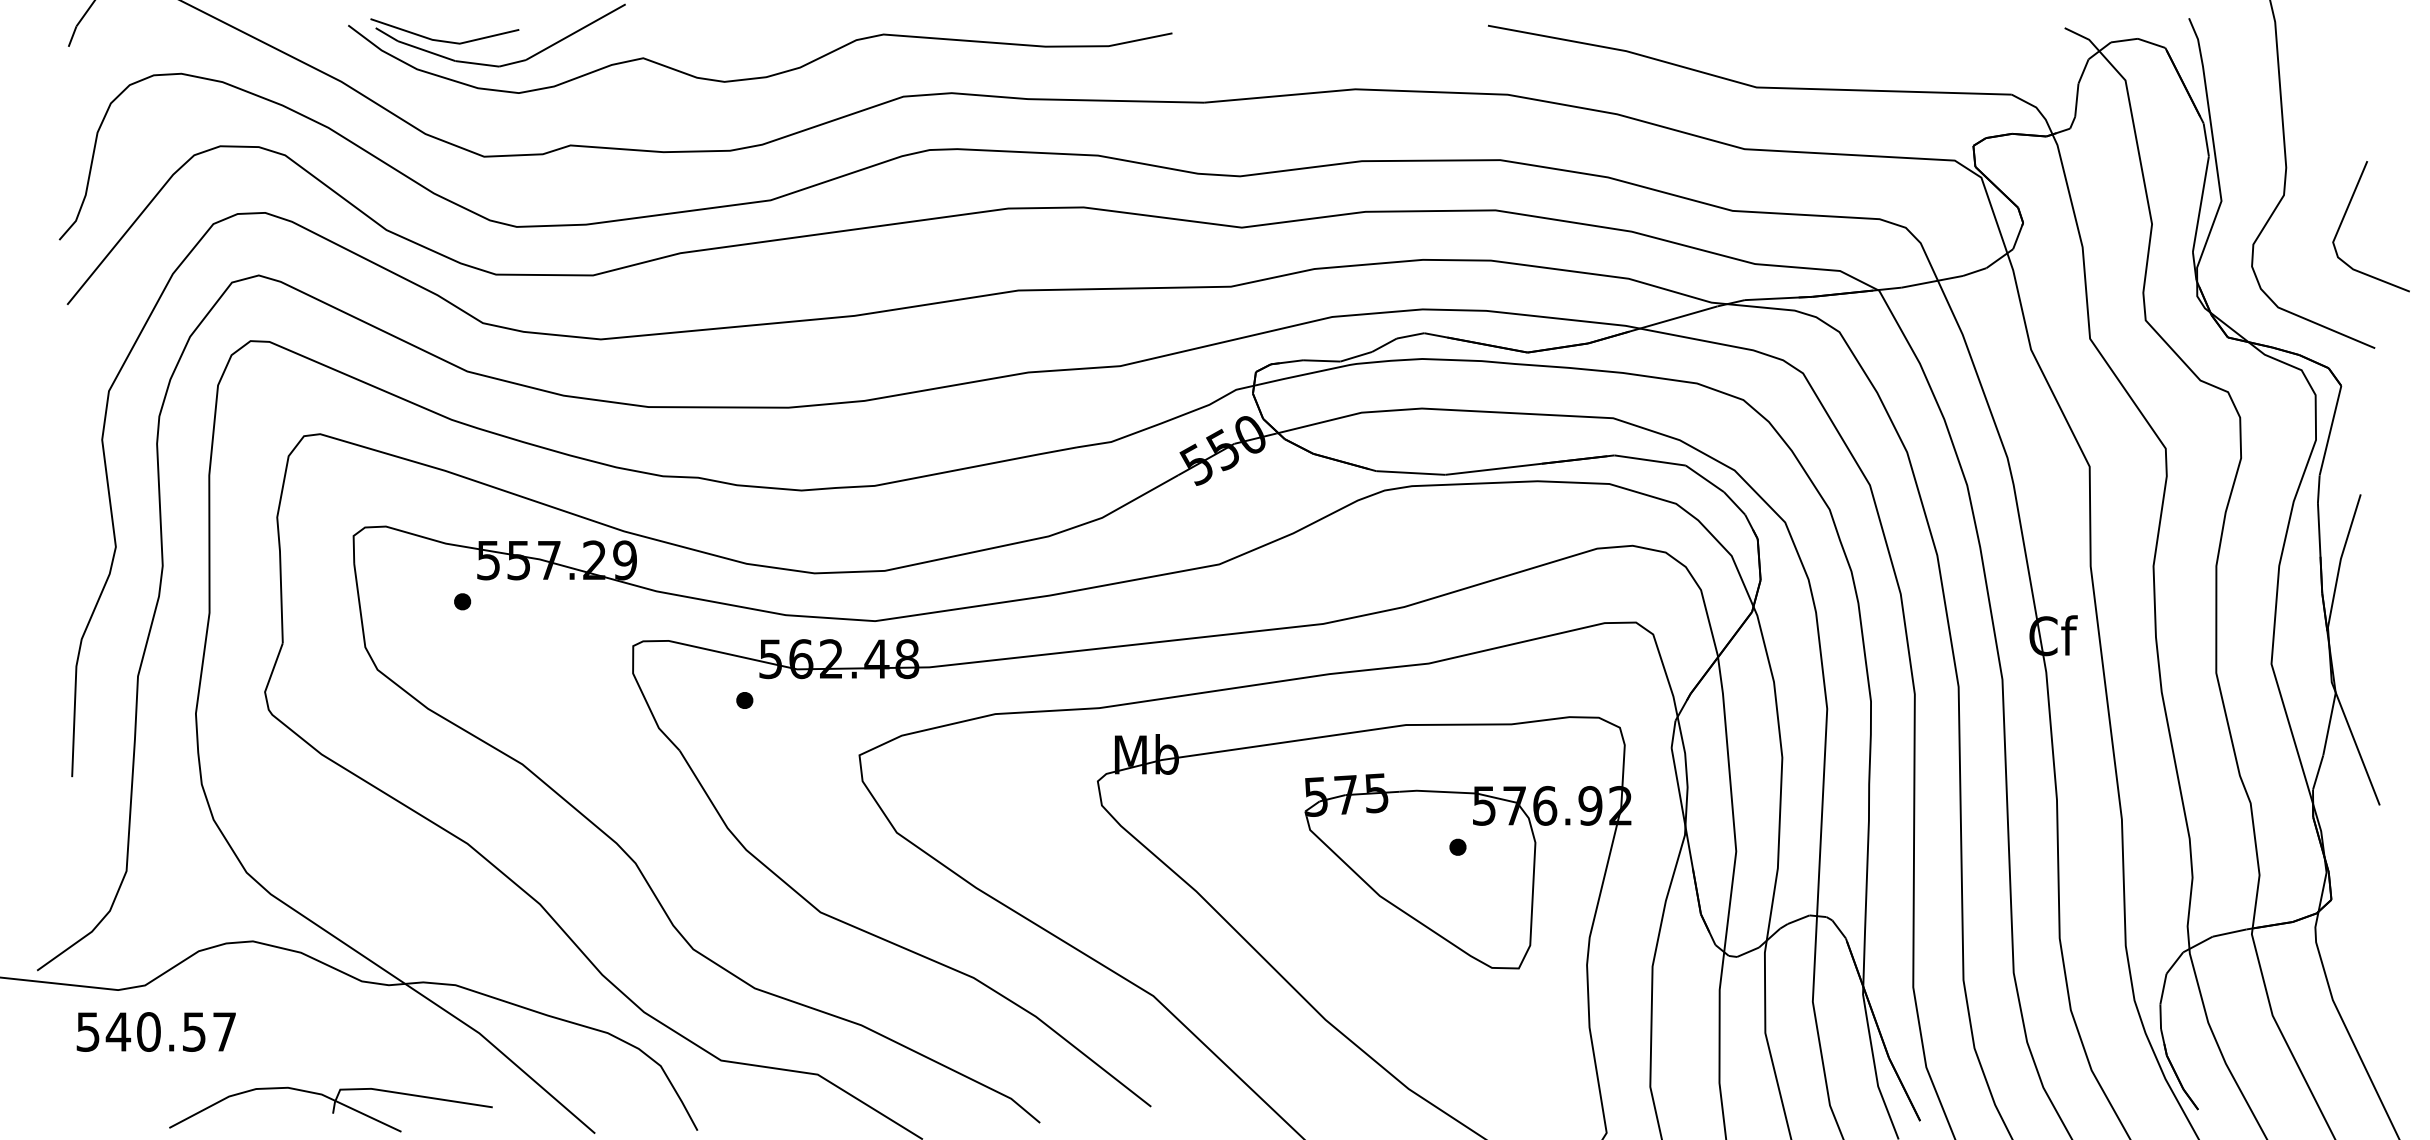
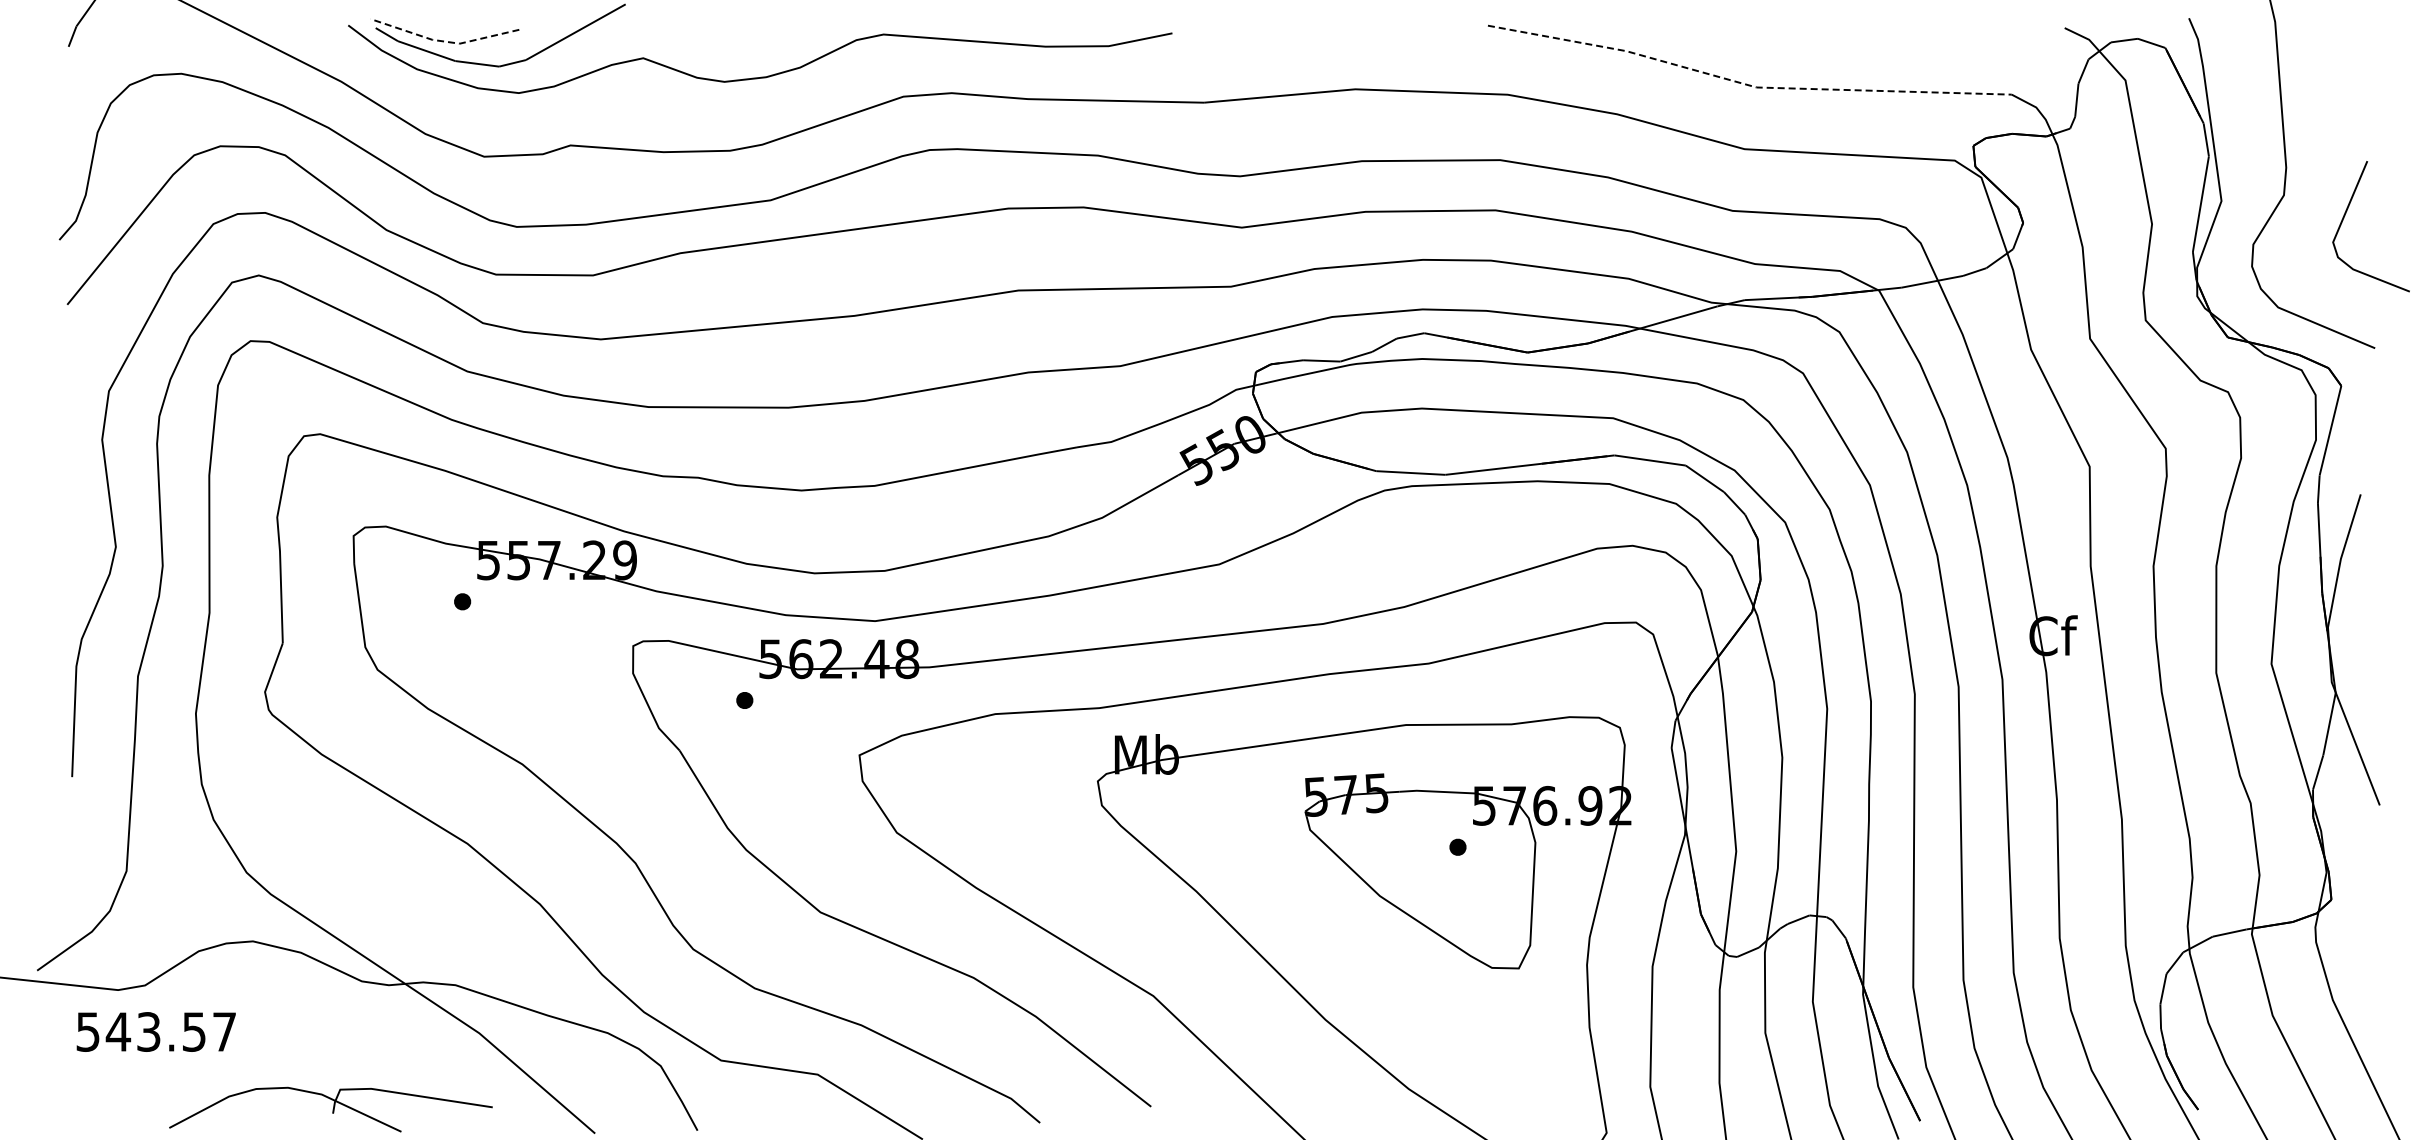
line at (444, 41): solid -> dashed
line at (1747, 84): solid -> dashed
text at (148, 1031): 540.57 -> 543.57
